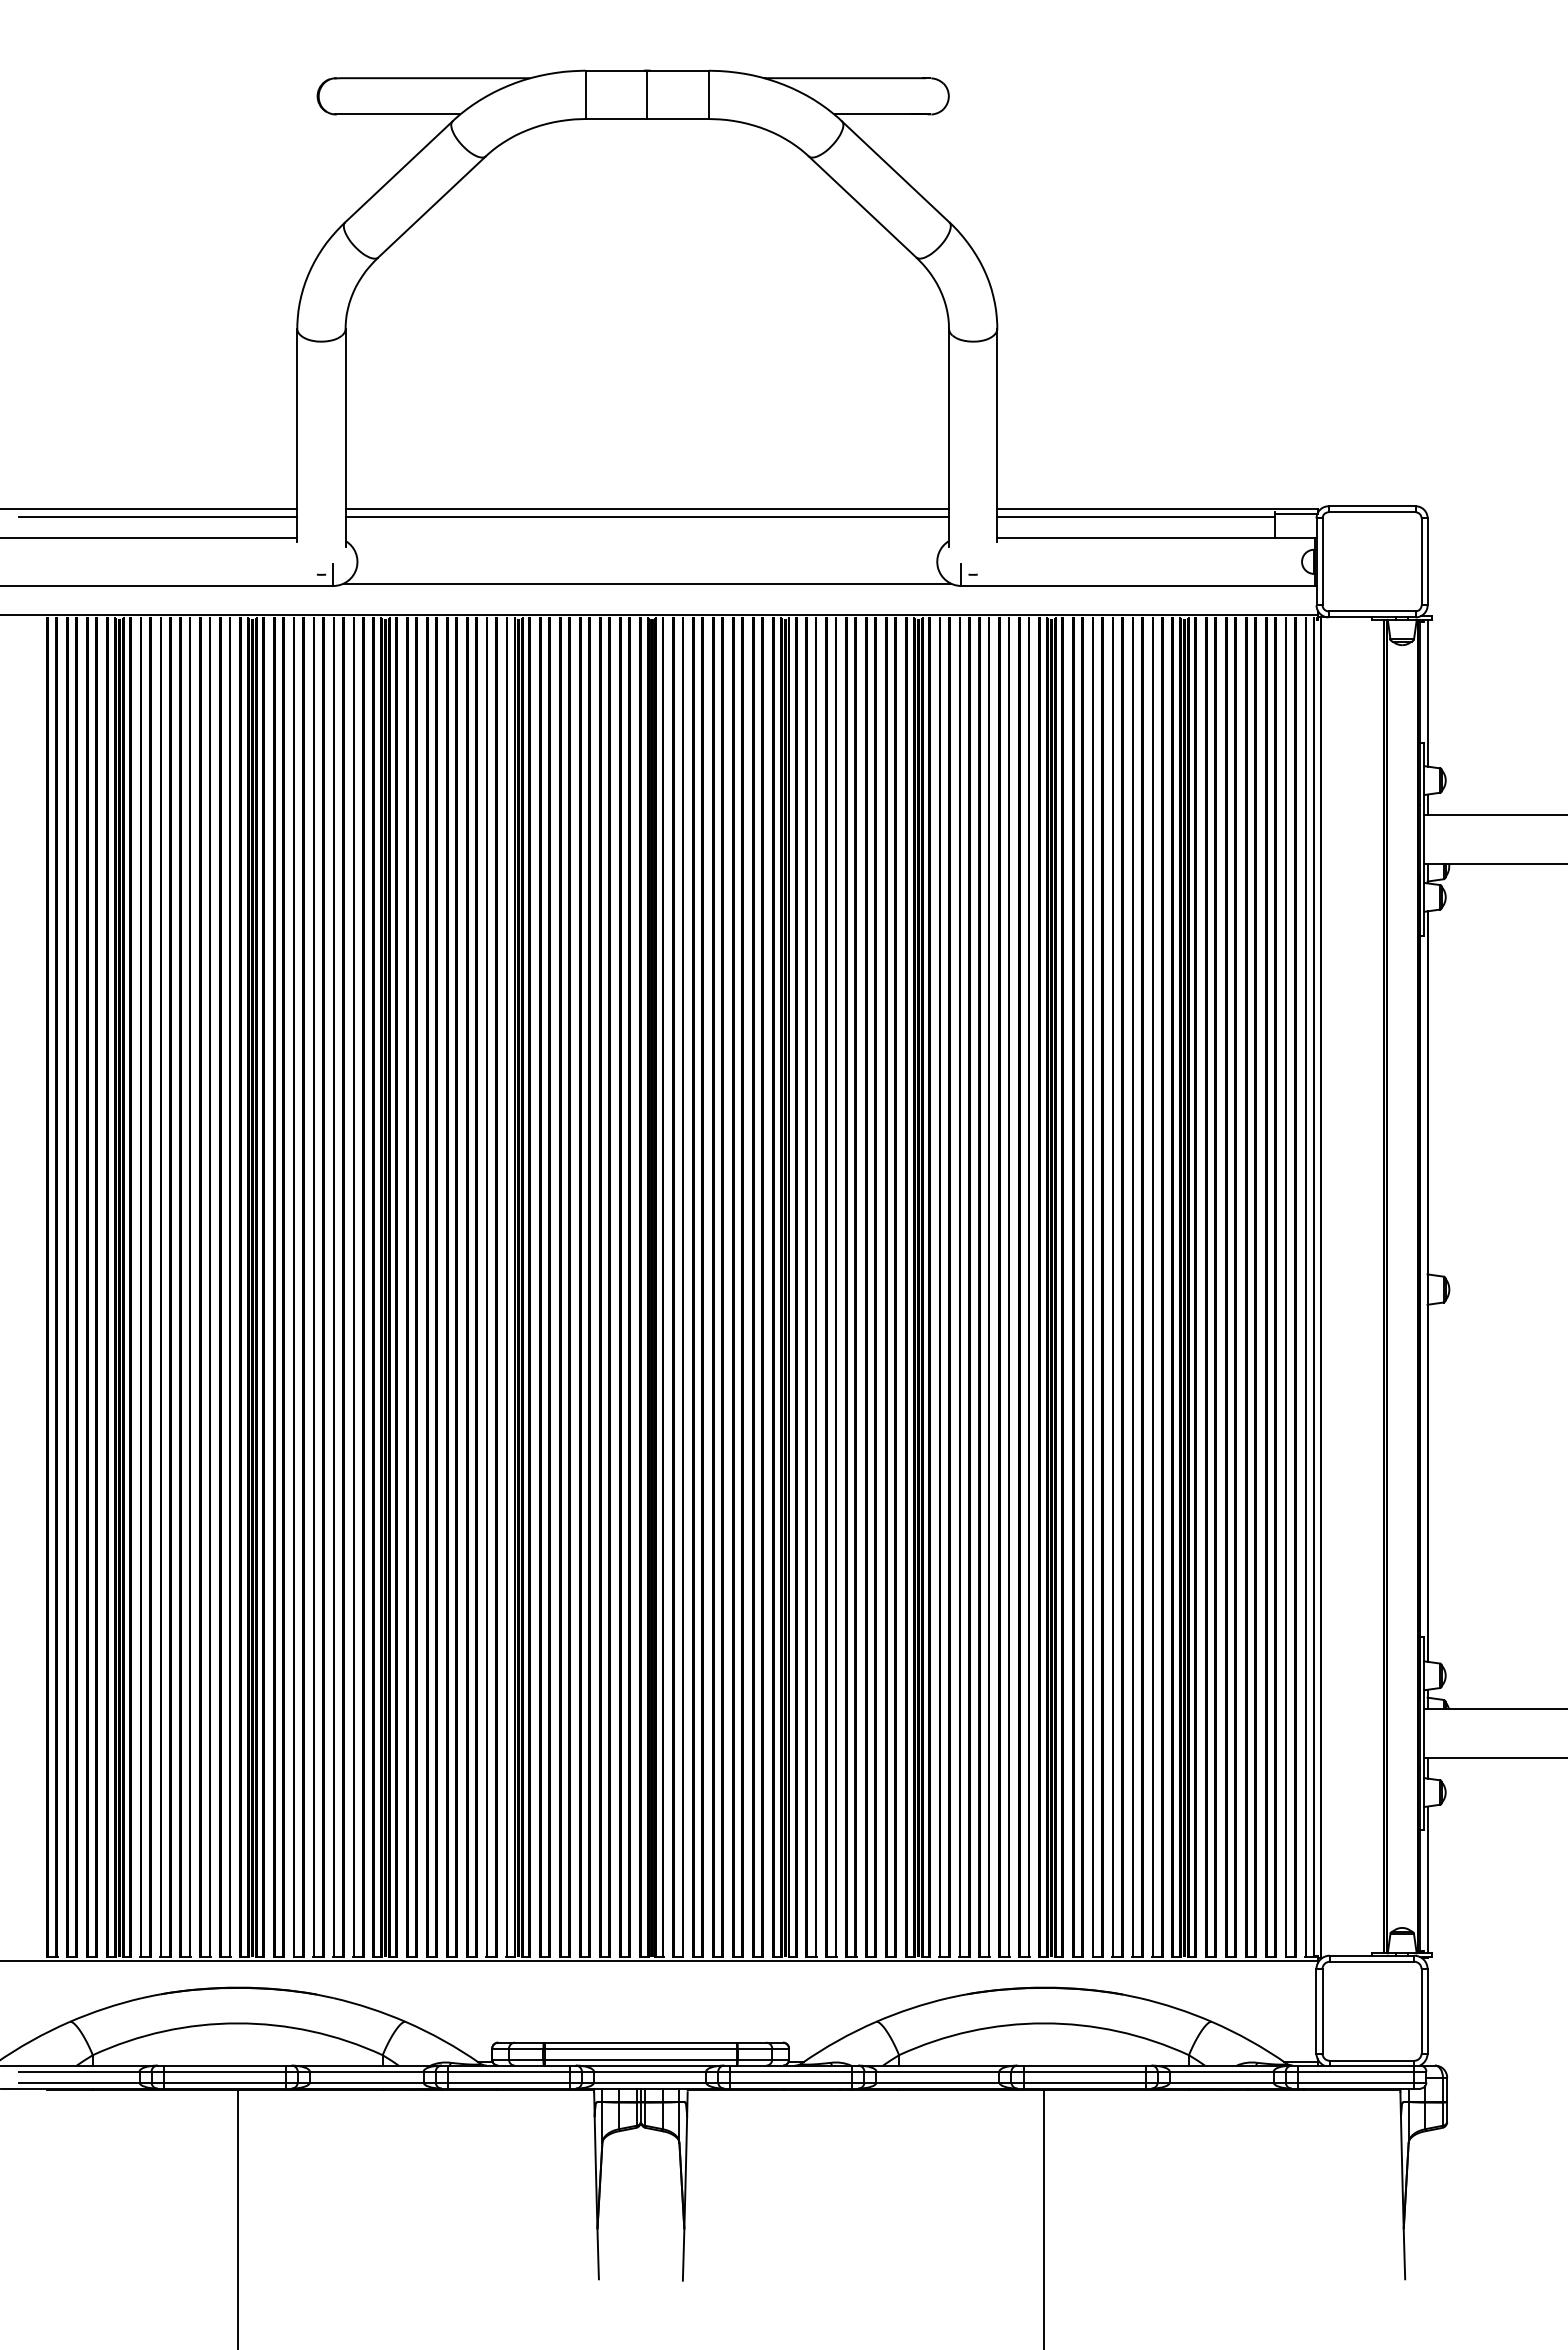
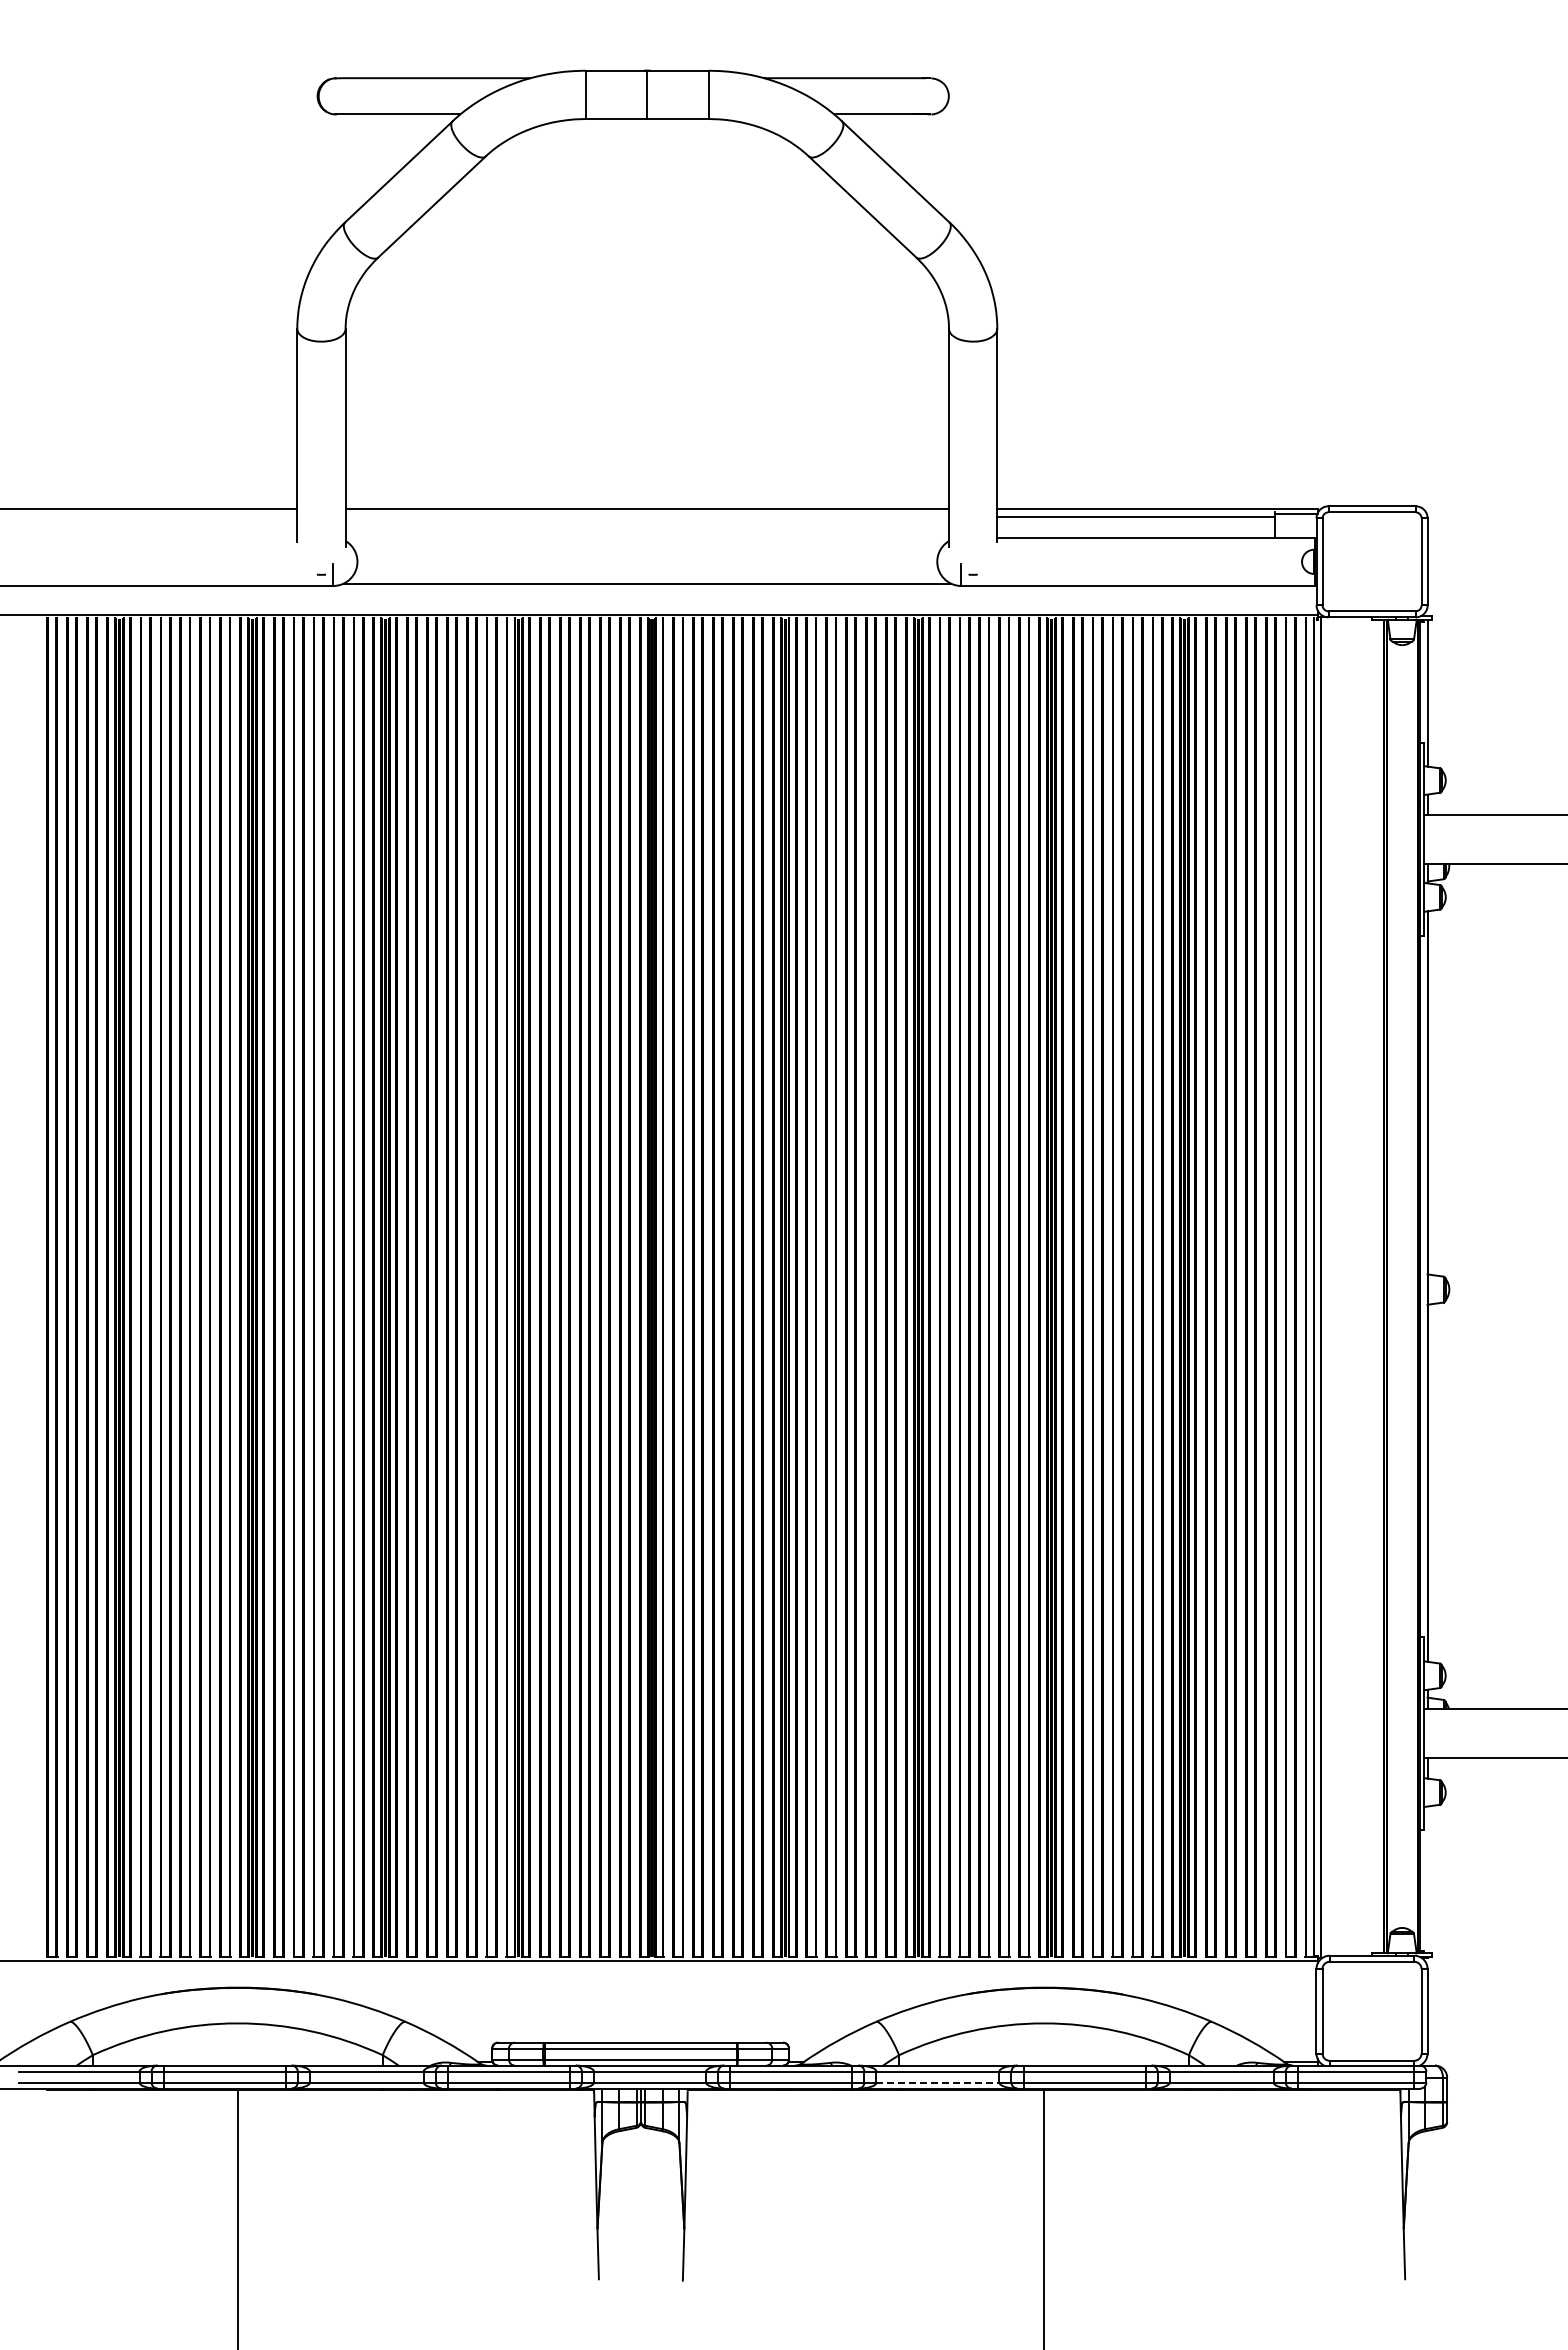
line at (158, 517): present -> none
line at (646, 517): present -> none
line at (149, 537): present -> none
line at (1427, 1879): present -> none
line at (938, 2082): solid -> dashed
